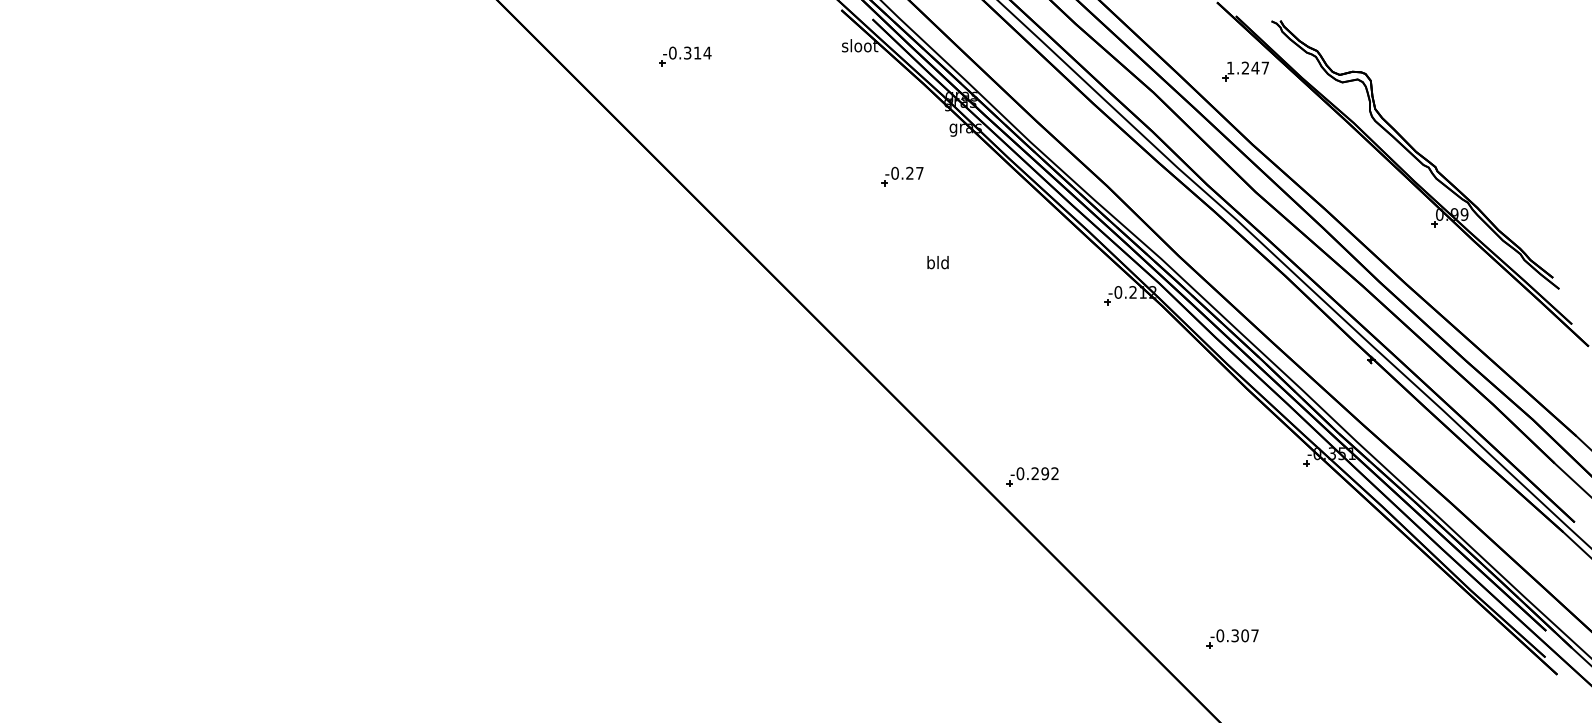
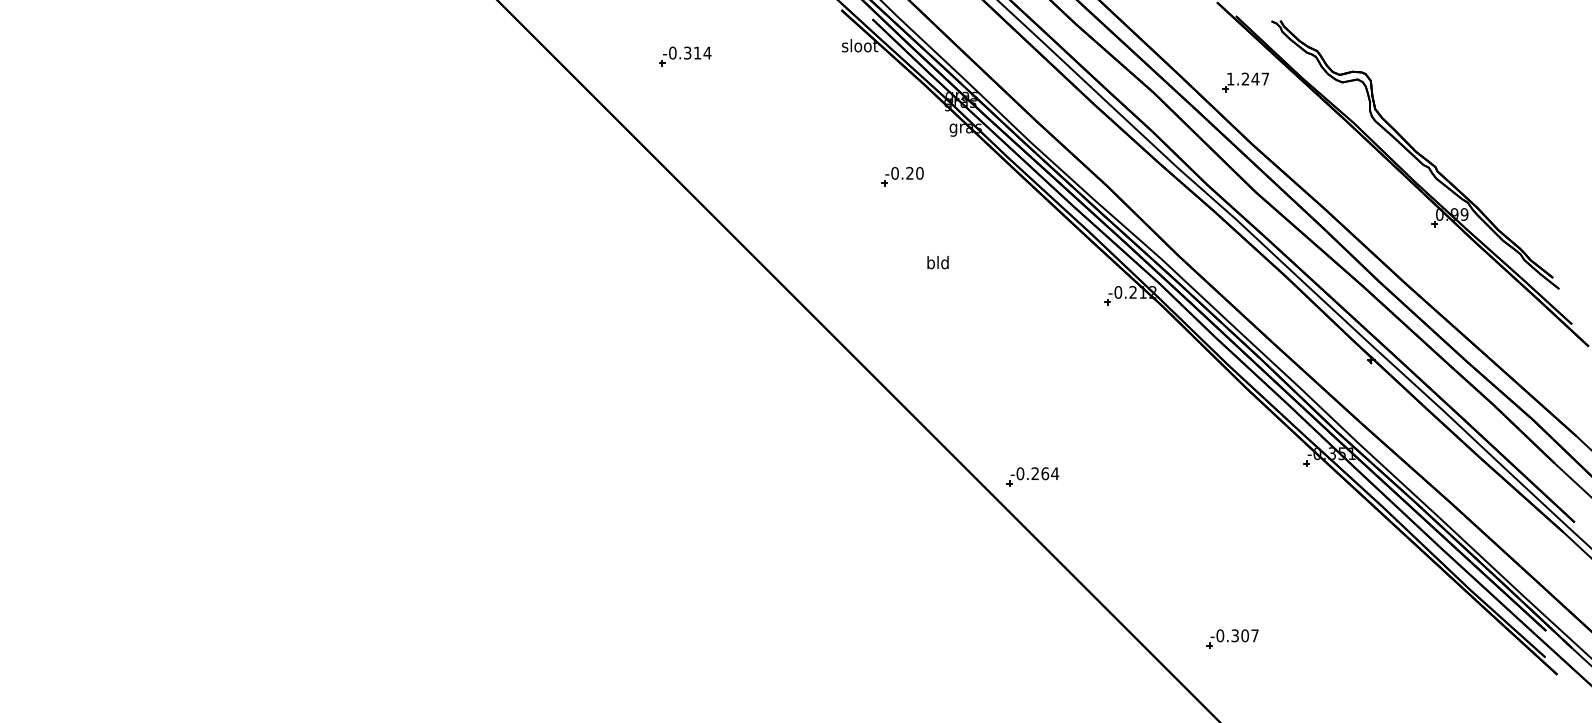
part at (1245, 71) position: (1245, 71) -> (1245, 82)
text at (919, 172): -0.27 -> -0.20
text at (1050, 473): -0.292 -> -0.264
